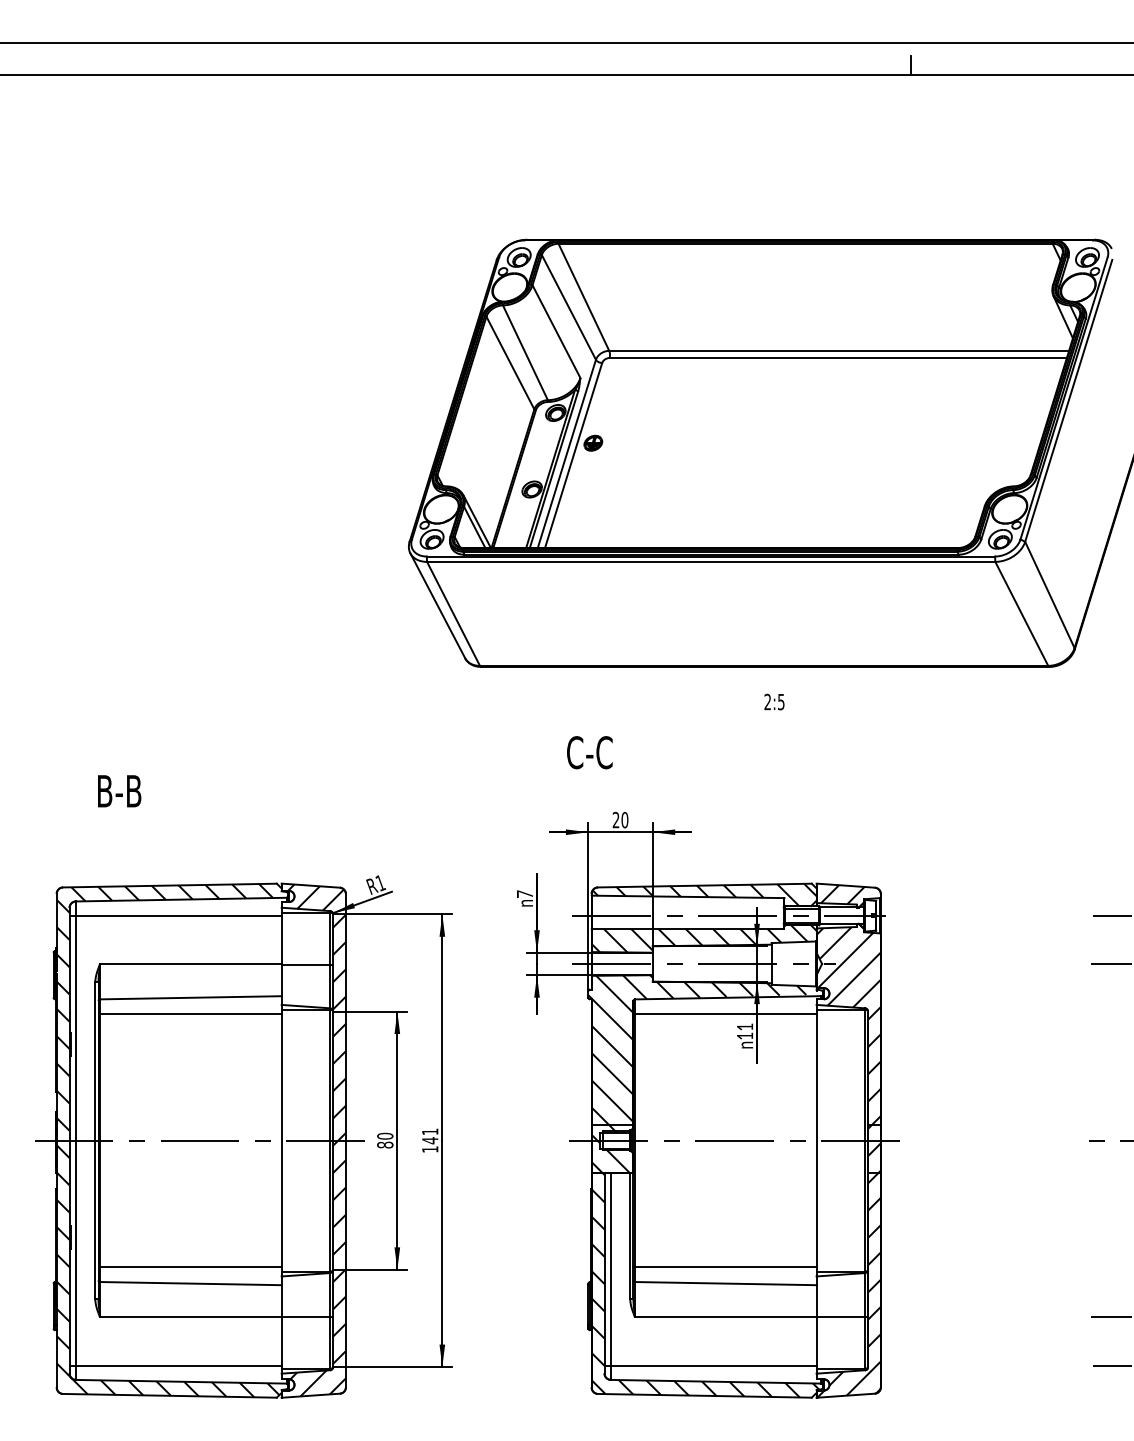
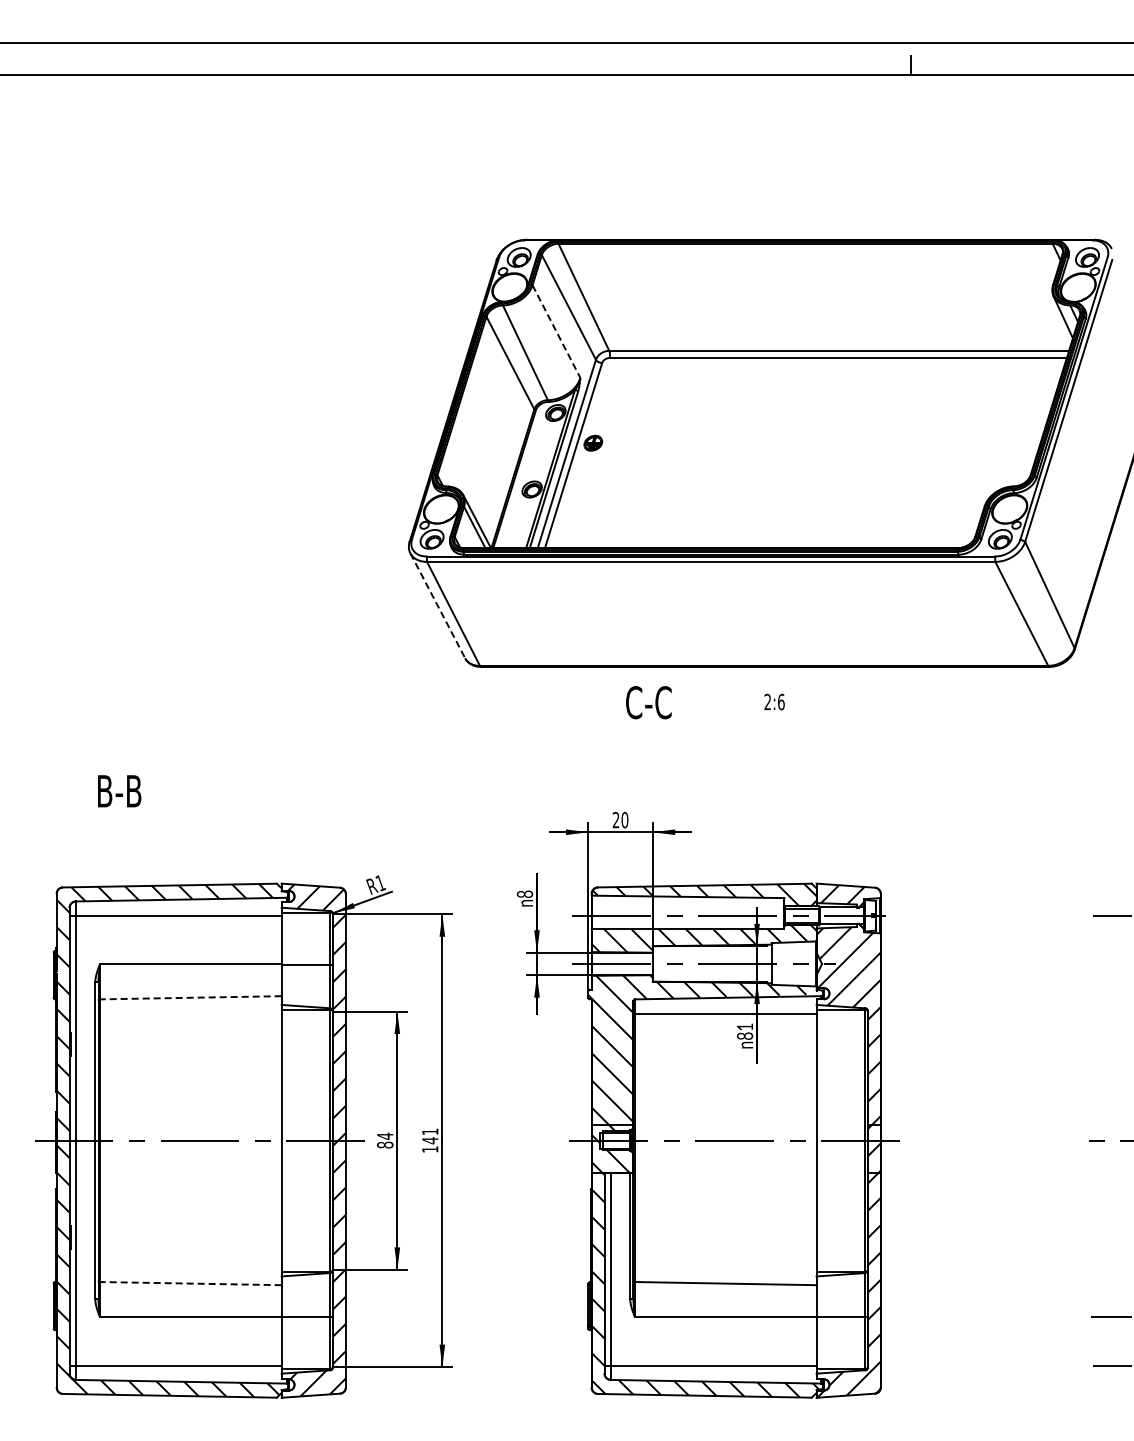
line at (556, 332): solid -> dashed
line at (438, 606): solid -> dashed
text at (781, 701): 2:5 -> 2:6
text at (589, 752) position: (589, 752) -> (648, 702)
text at (524, 894): 7 -> 8
line at (1110, 963): present -> none
line at (190, 997): solid -> dashed
line at (189, 1014): present -> none
text at (744, 1035): 11 -> 81
text at (385, 1135): 80 -> 84
line at (189, 1267): present -> none
line at (724, 1267): present -> none
line at (190, 1283): solid -> dashed
